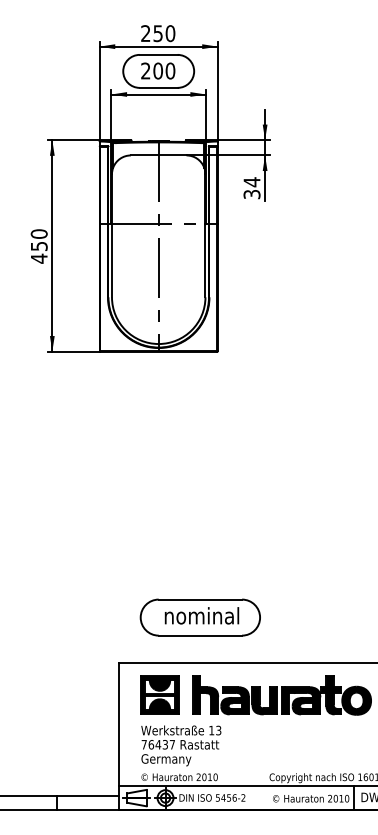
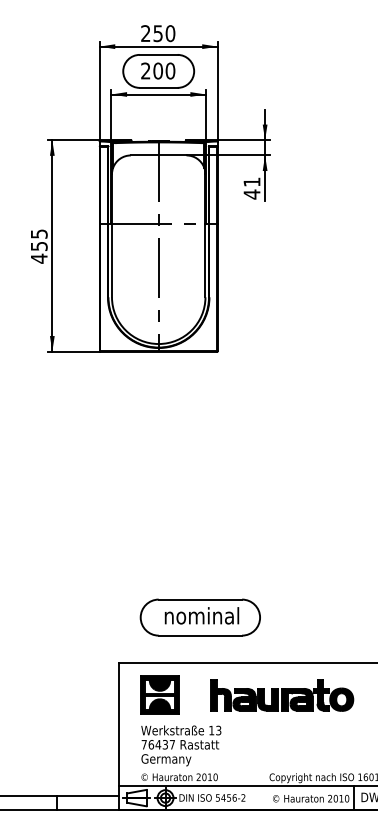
text at (251, 188): 34 -> 41
text at (38, 233): 450 -> 455
part at (281, 695) size: 180x41 px -> 145x33 px
